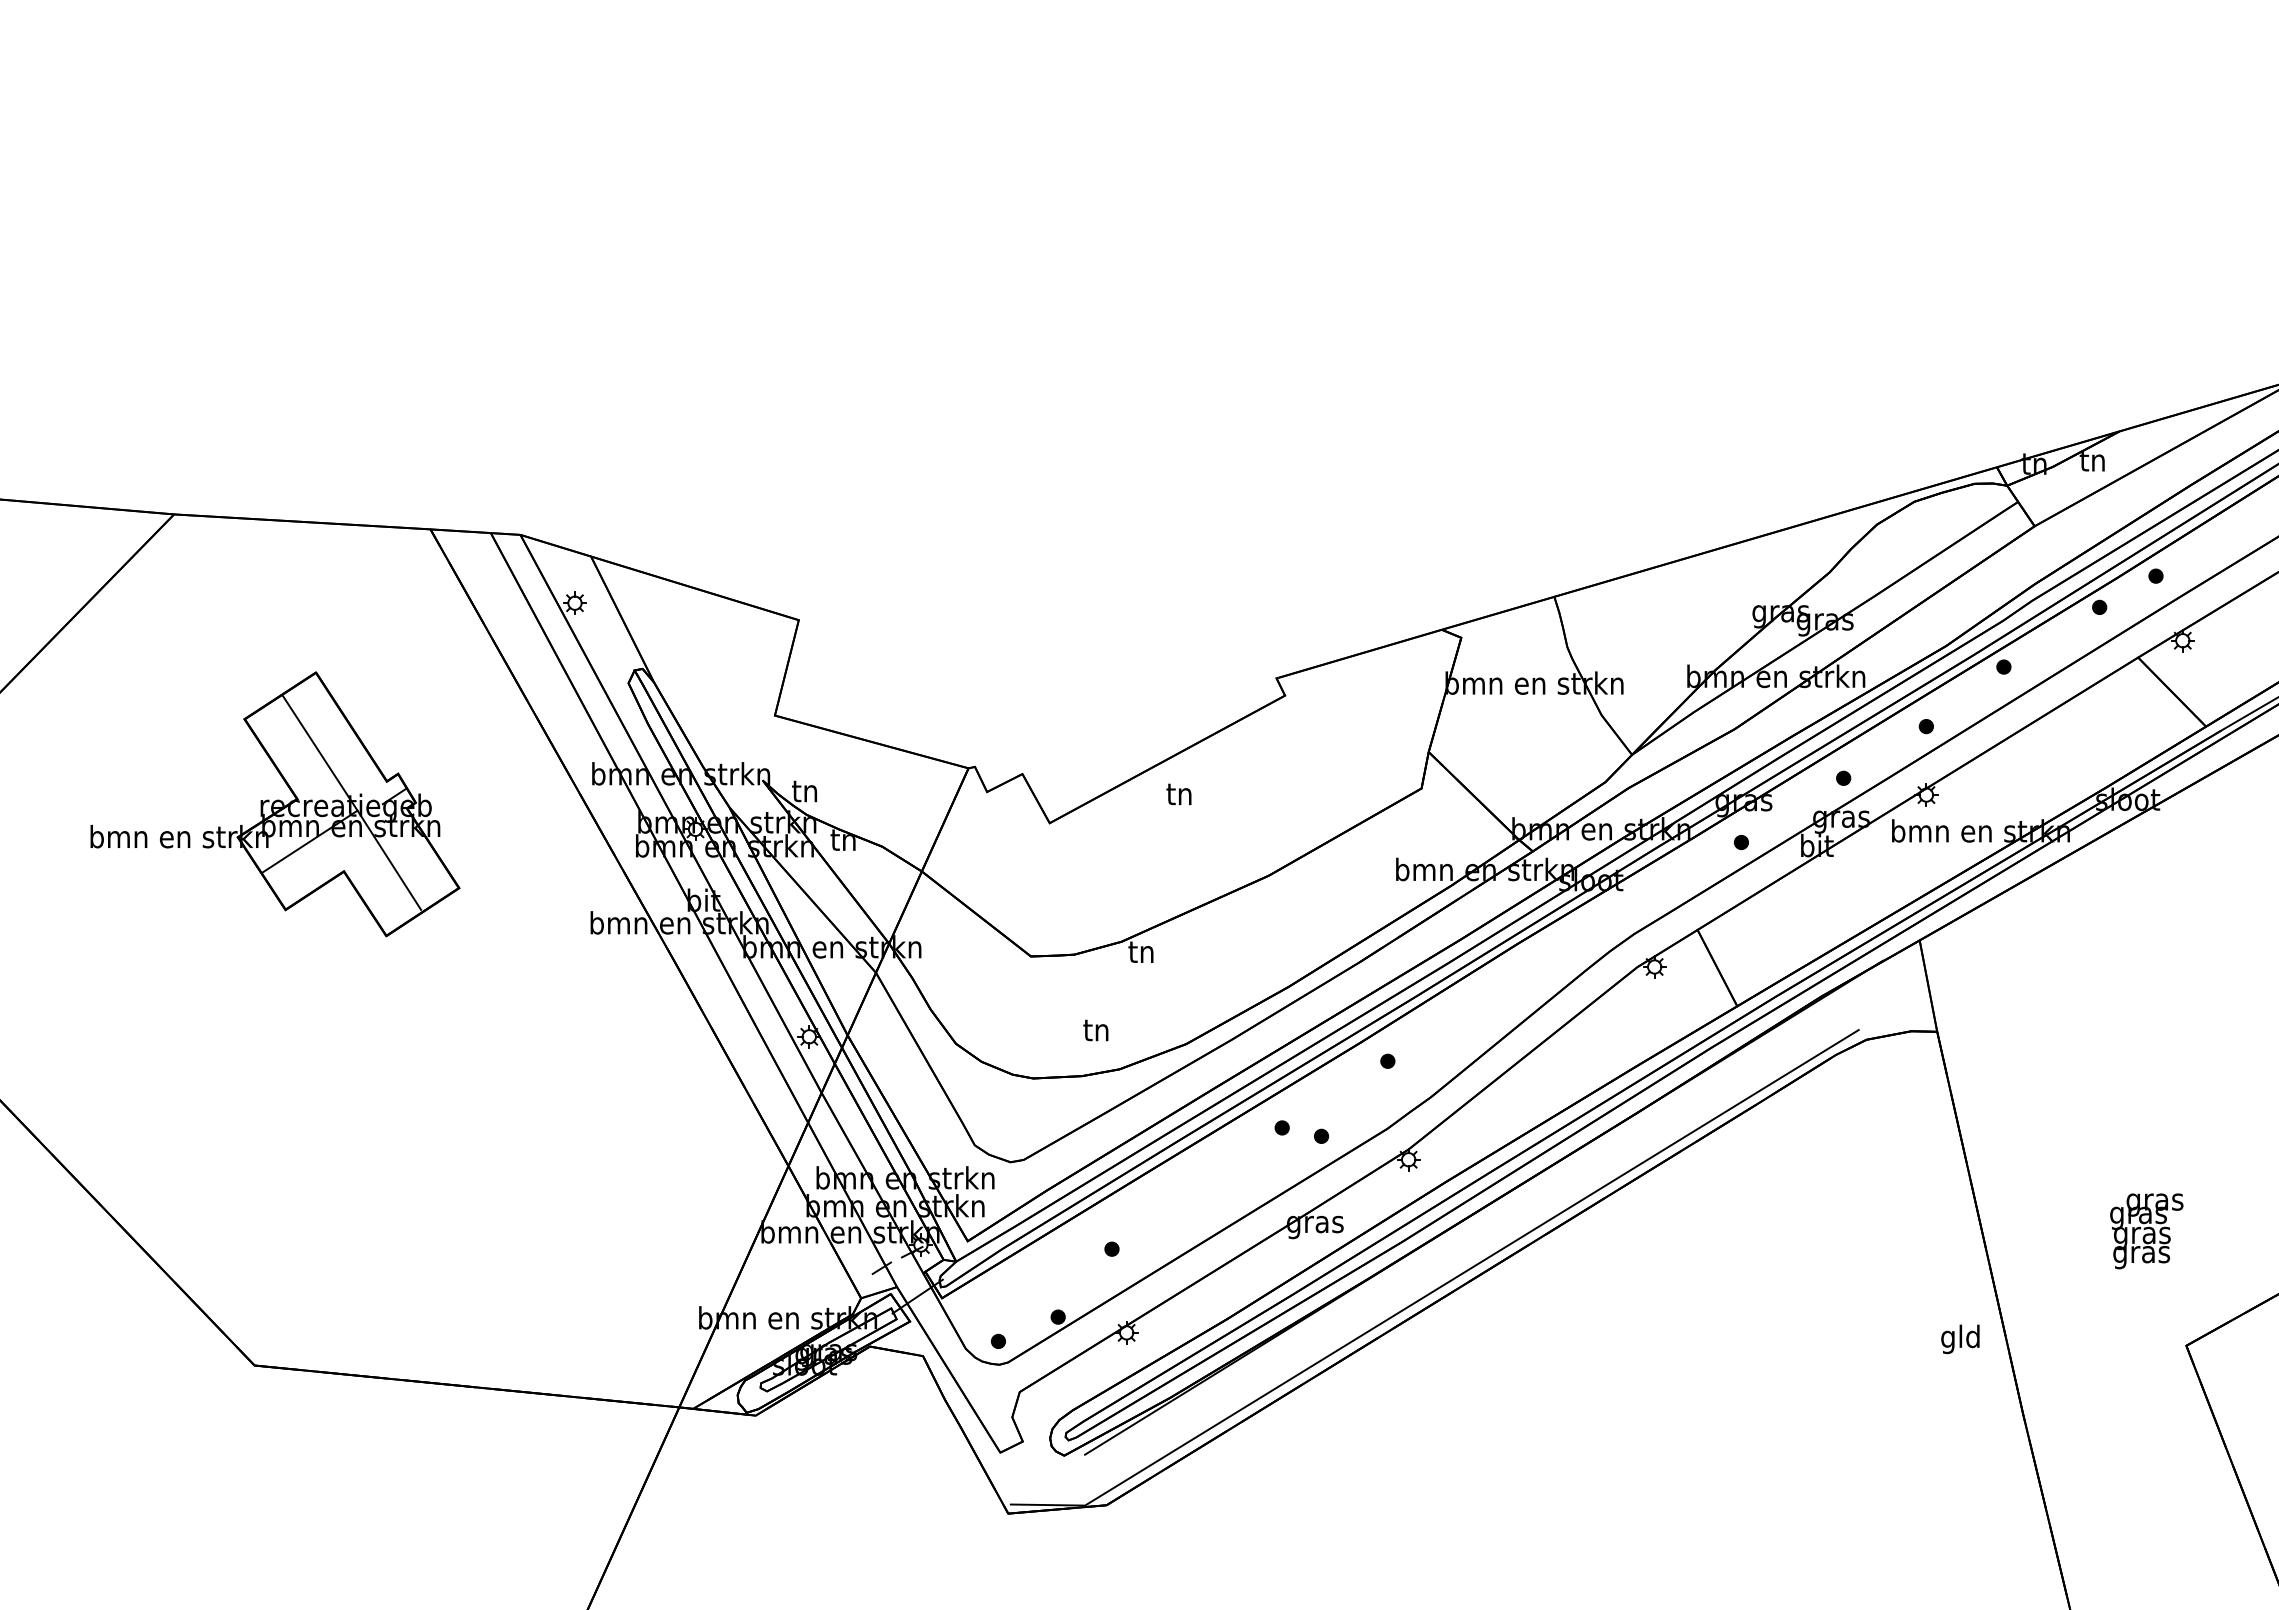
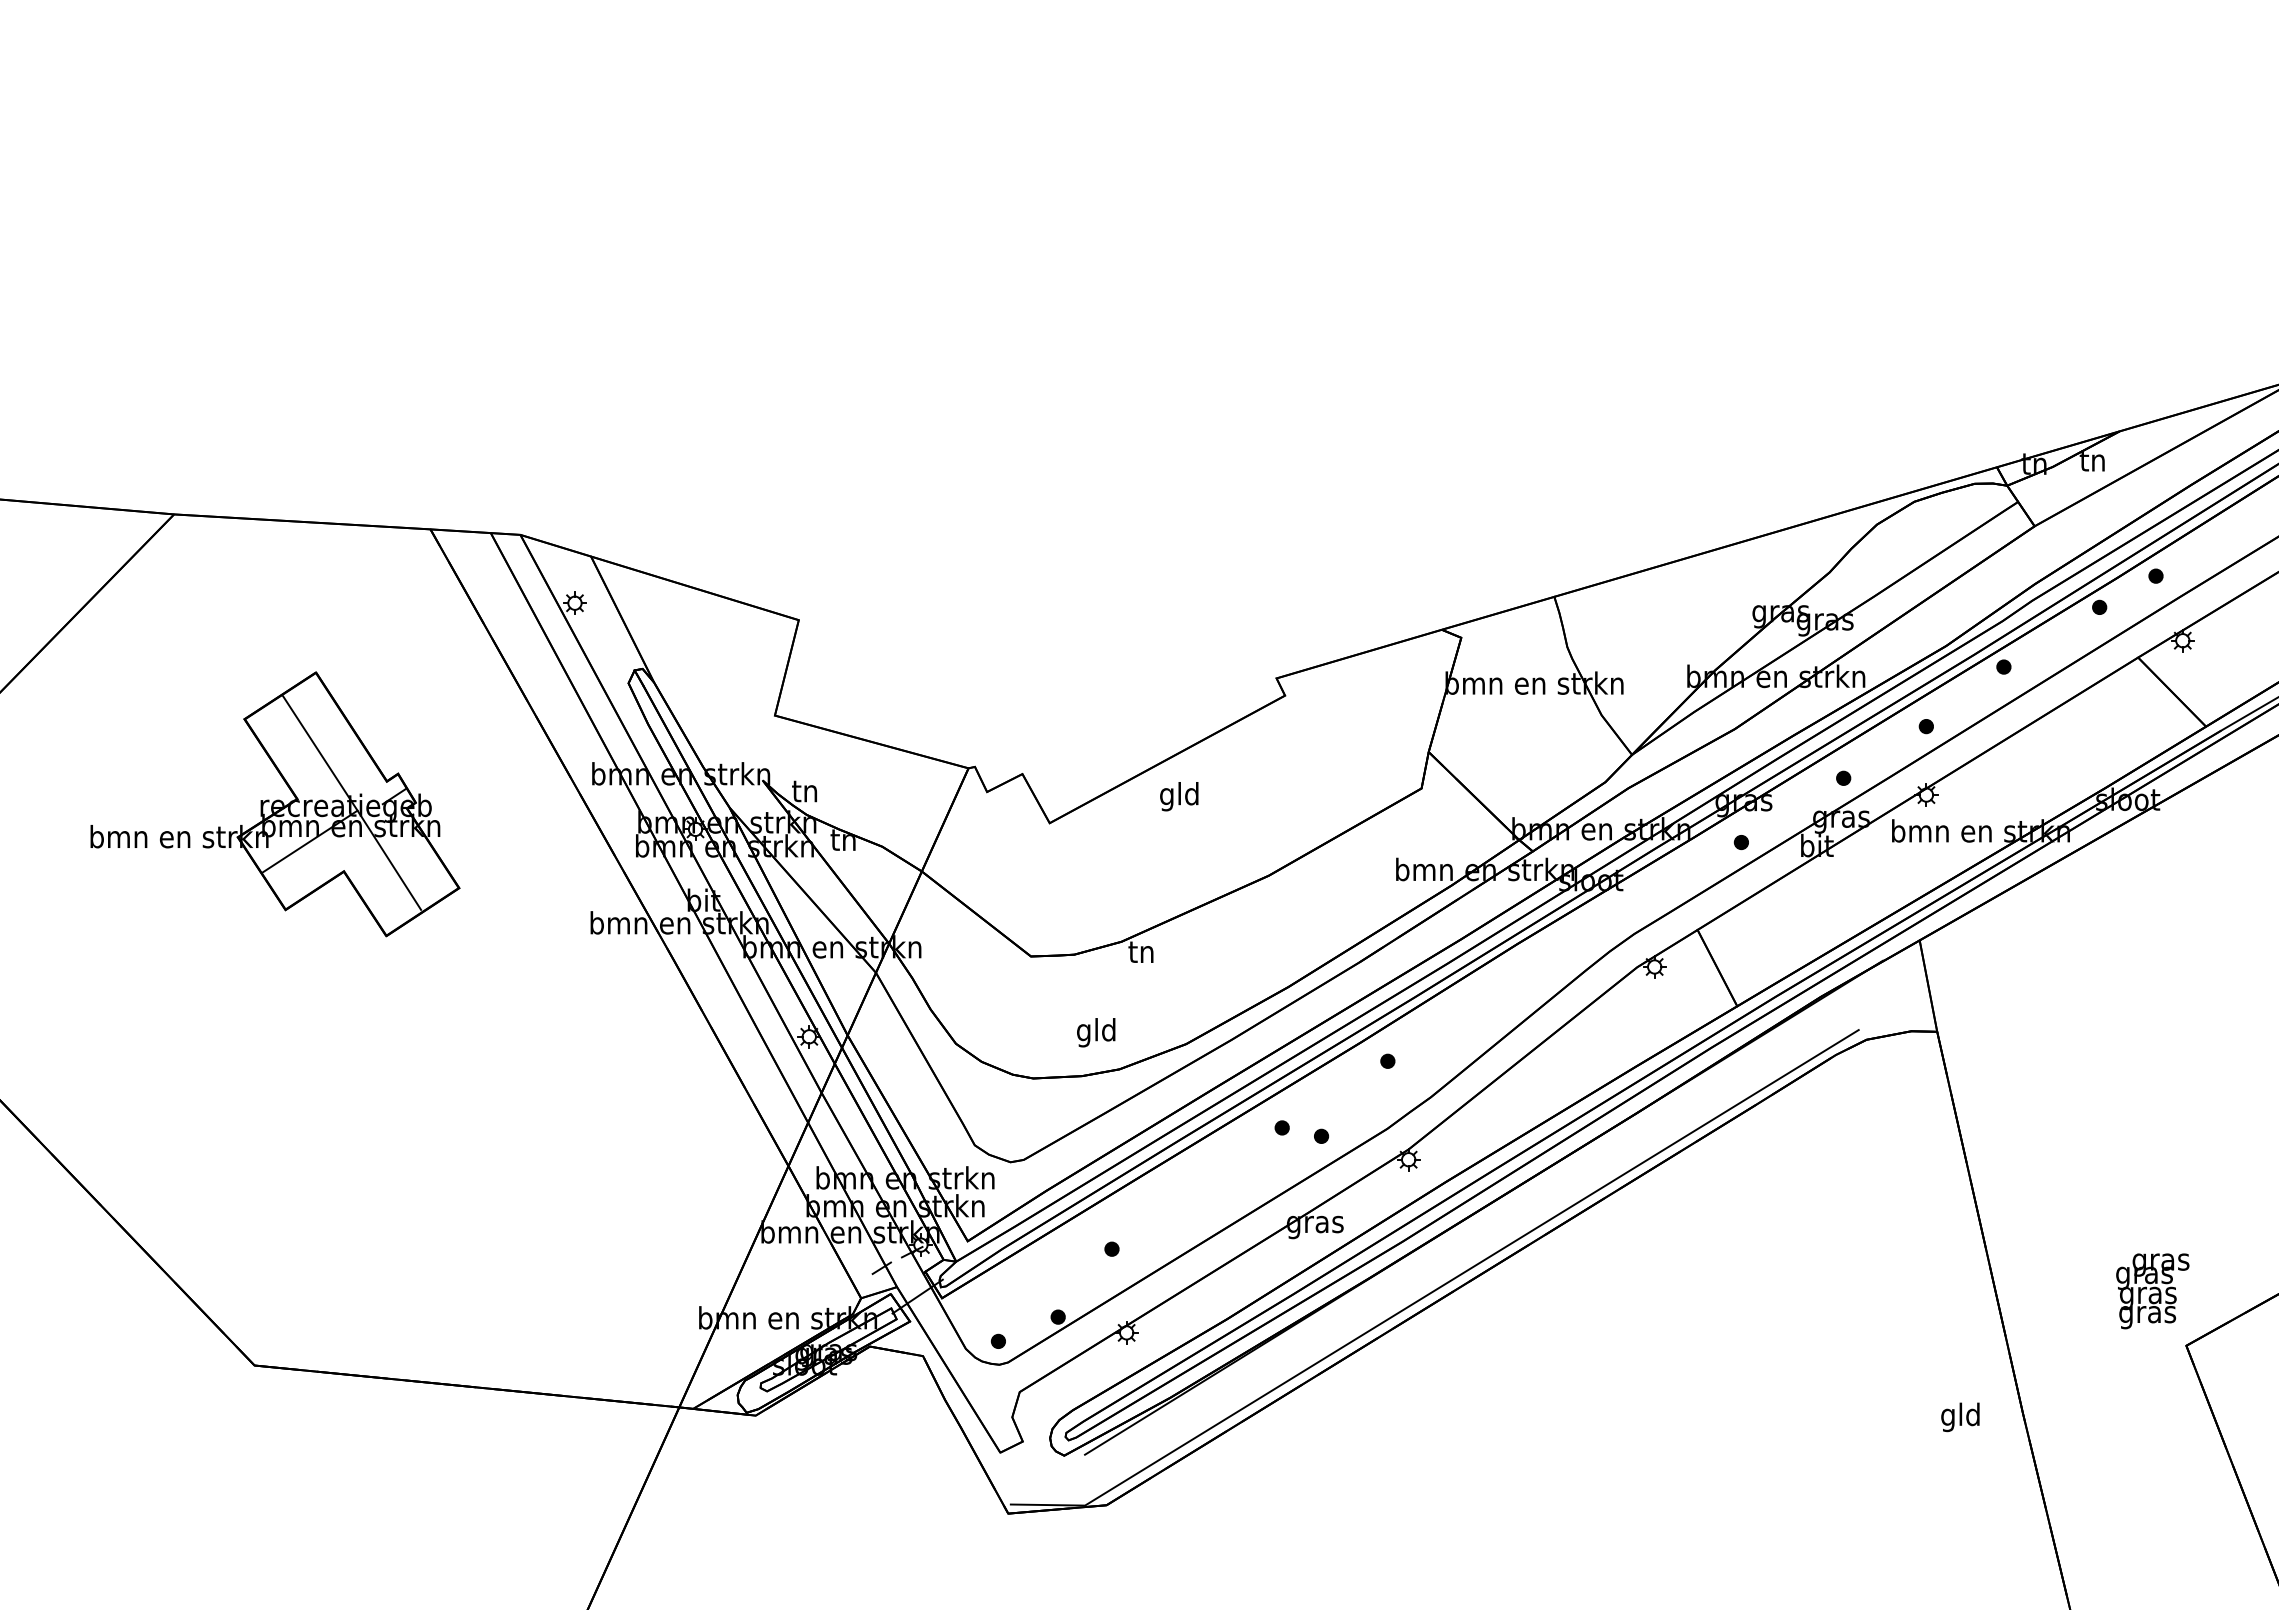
text at (1179, 796): tn -> gld
text at (1096, 1032): tn -> gld
text at (2146, 1231) position: (2146, 1231) -> (2152, 1291)
text at (1960, 1339) position: (1960, 1339) -> (1960, 1417)
